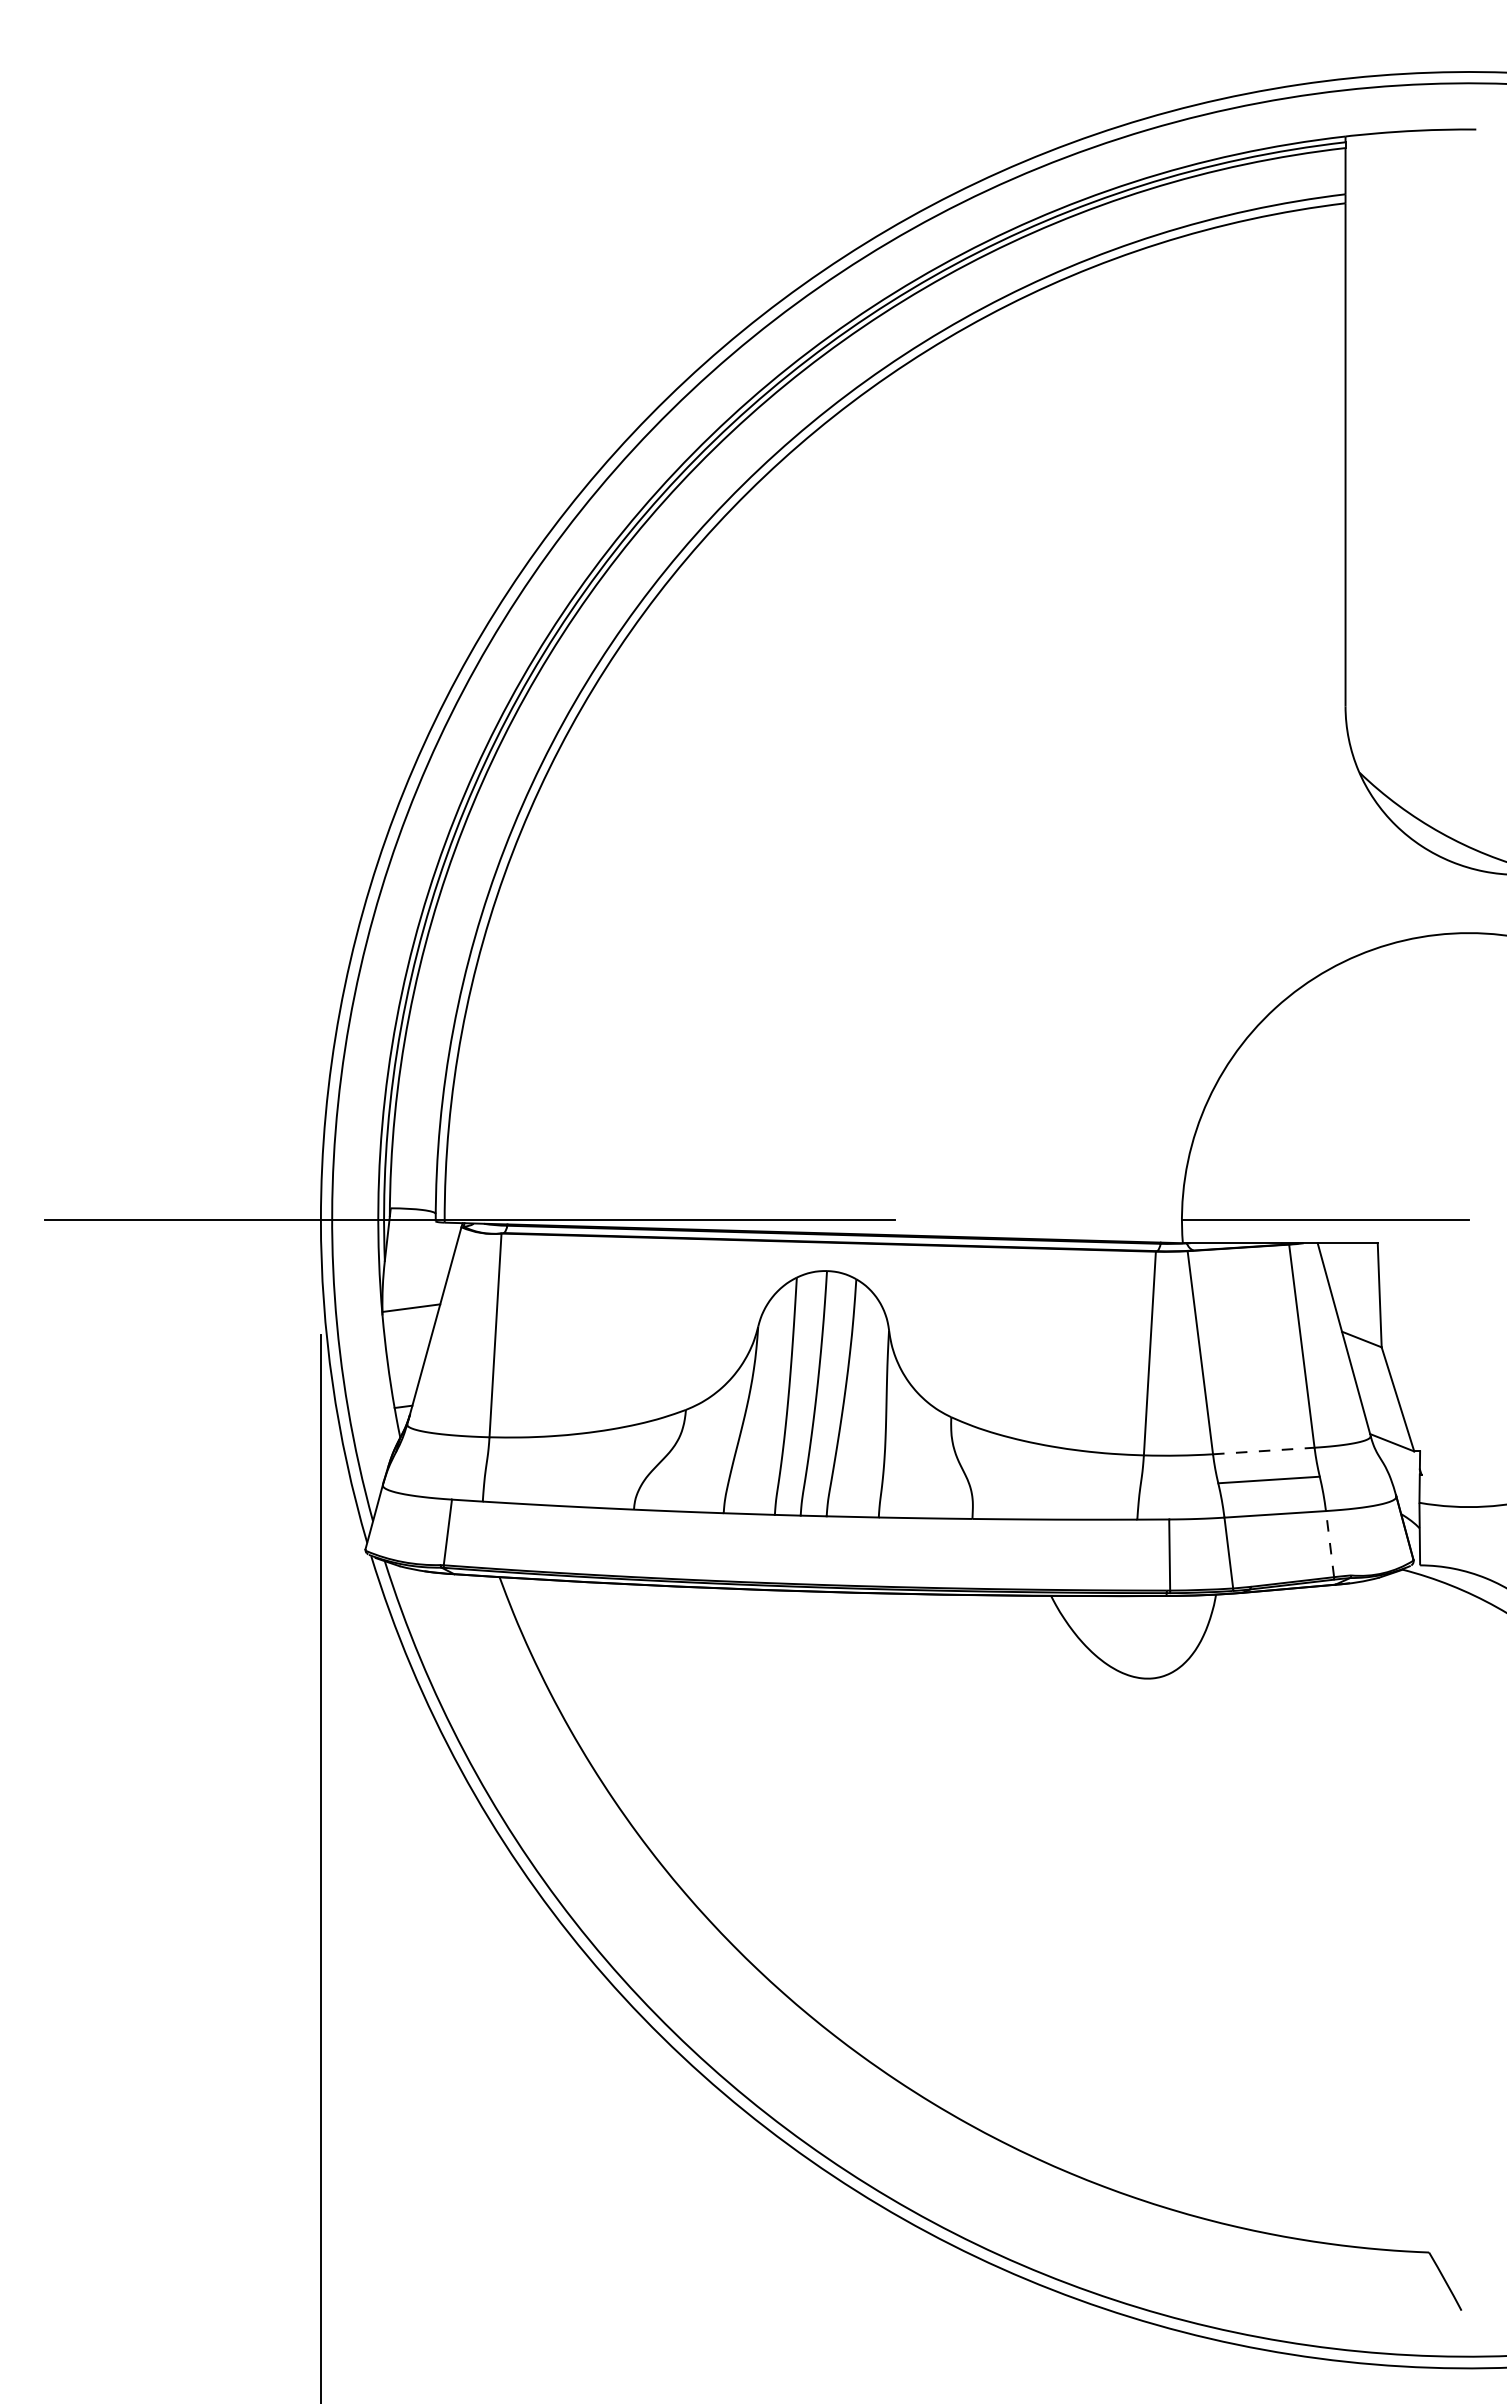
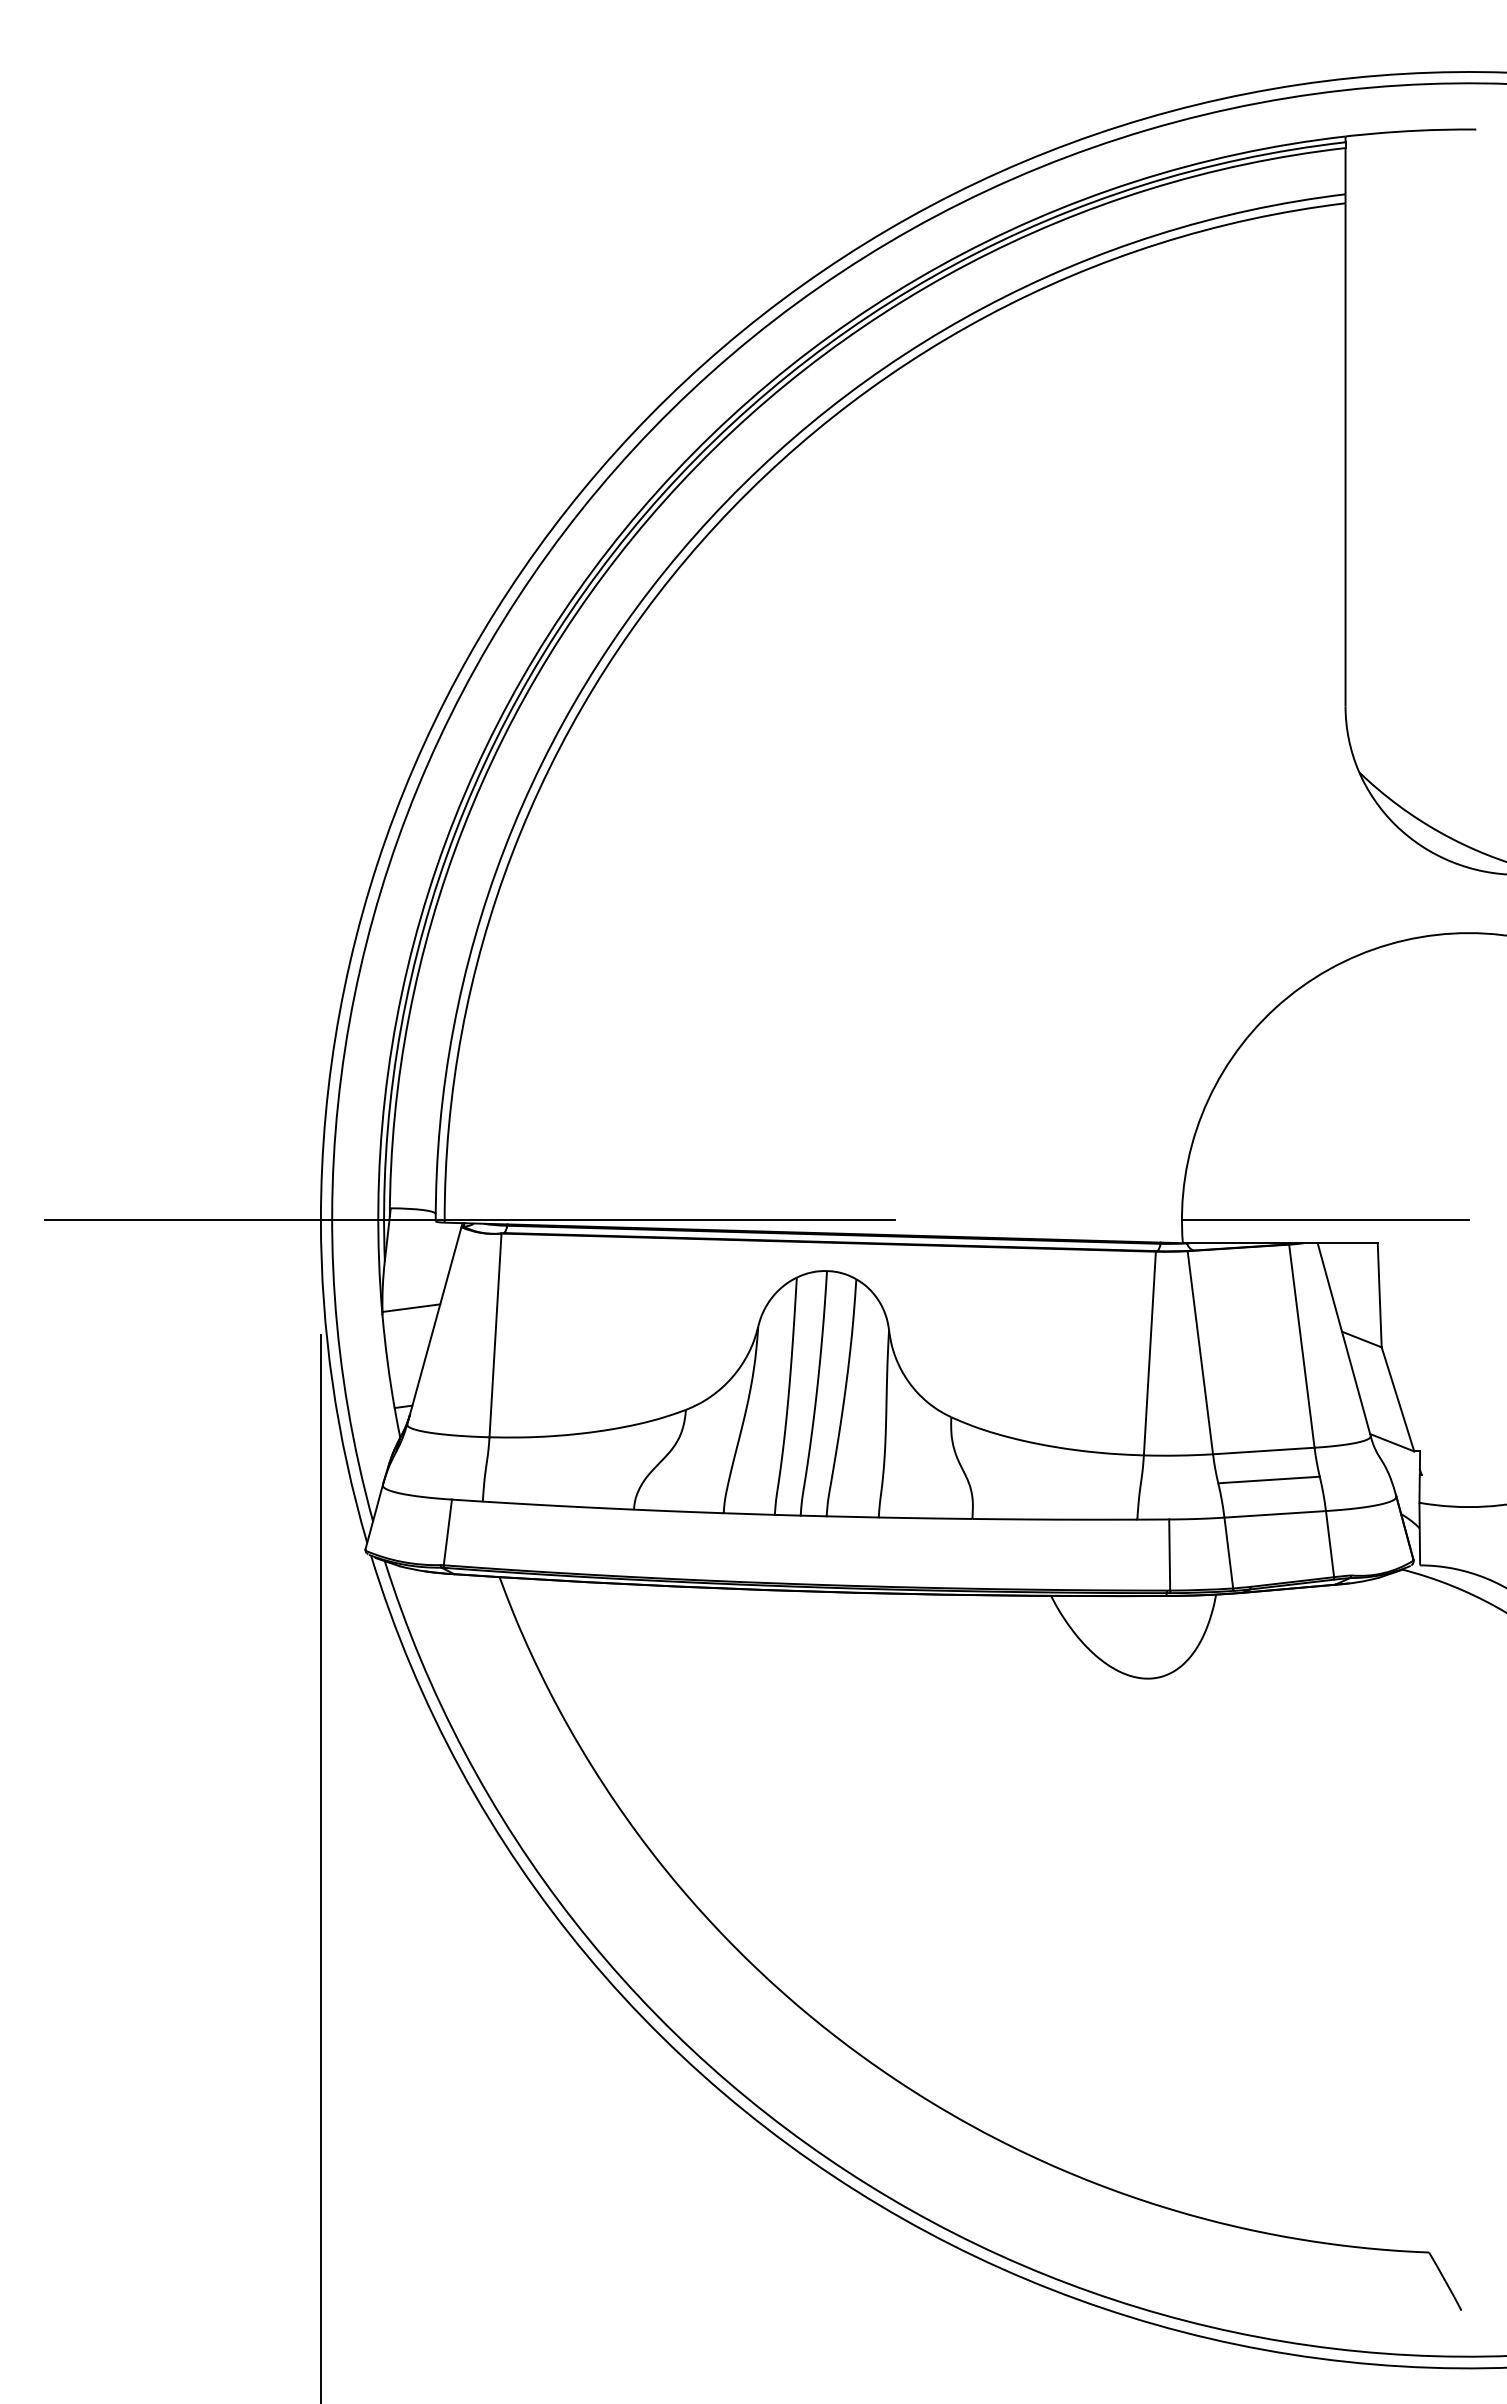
line at (1263, 1451): dashed -> solid
line at (1329, 1543): dashed -> solid
